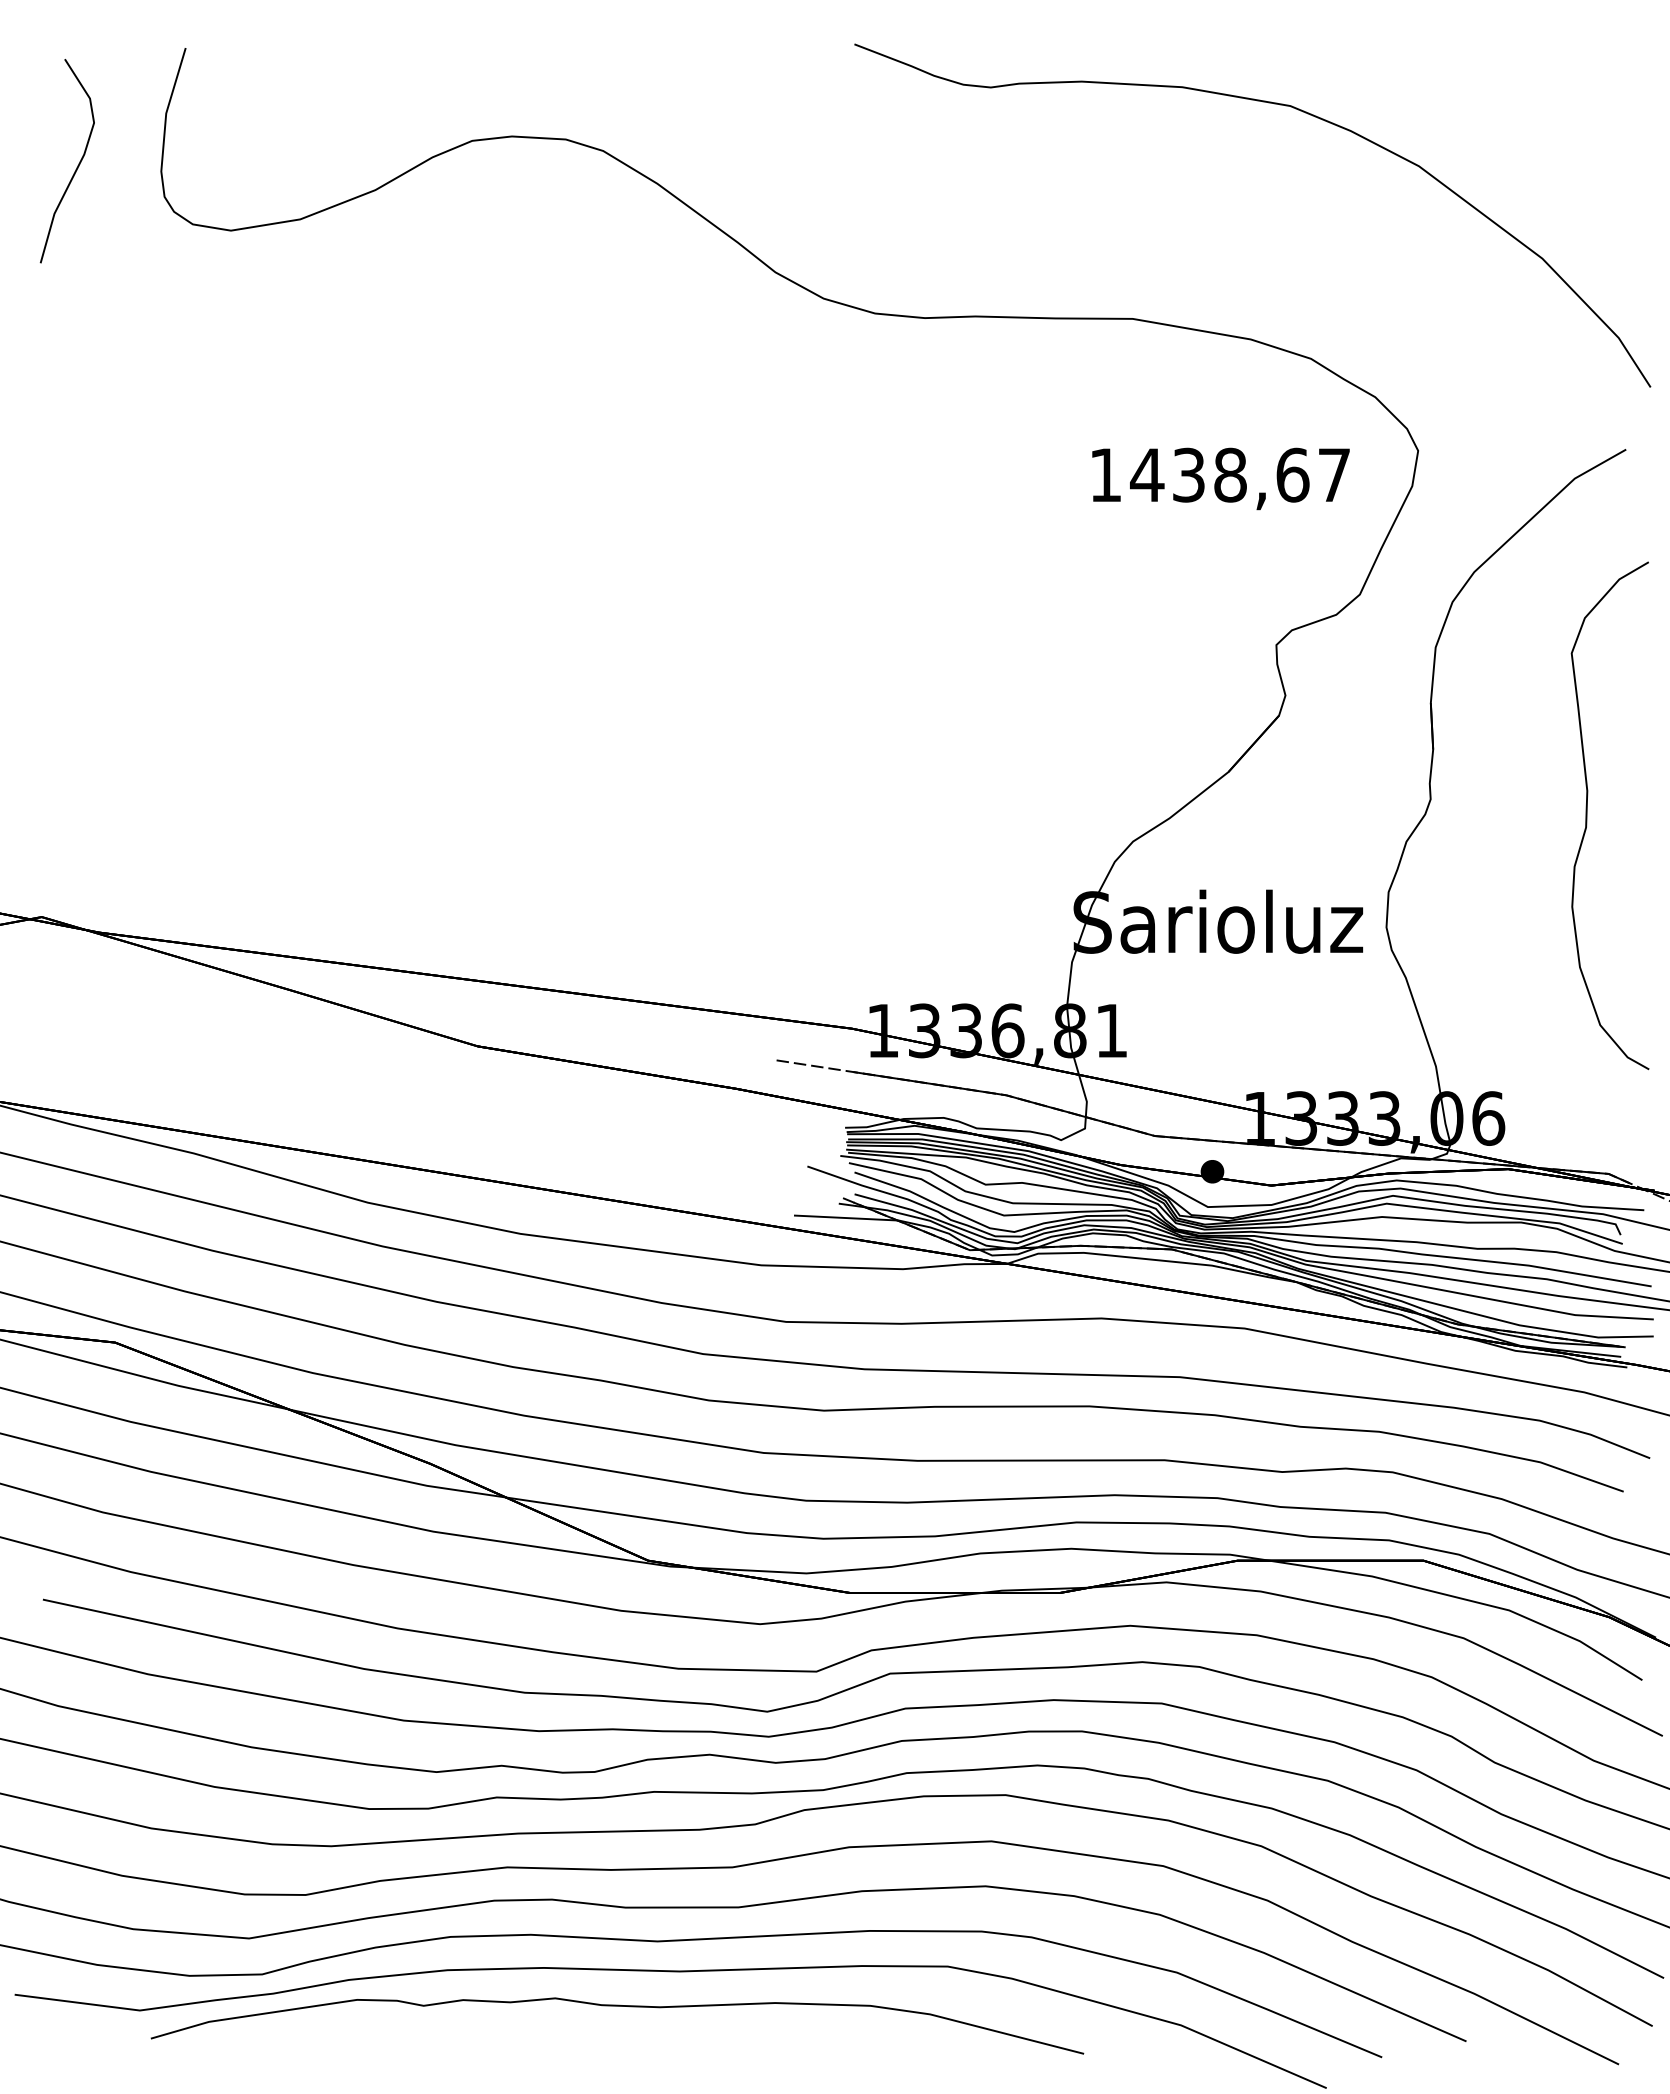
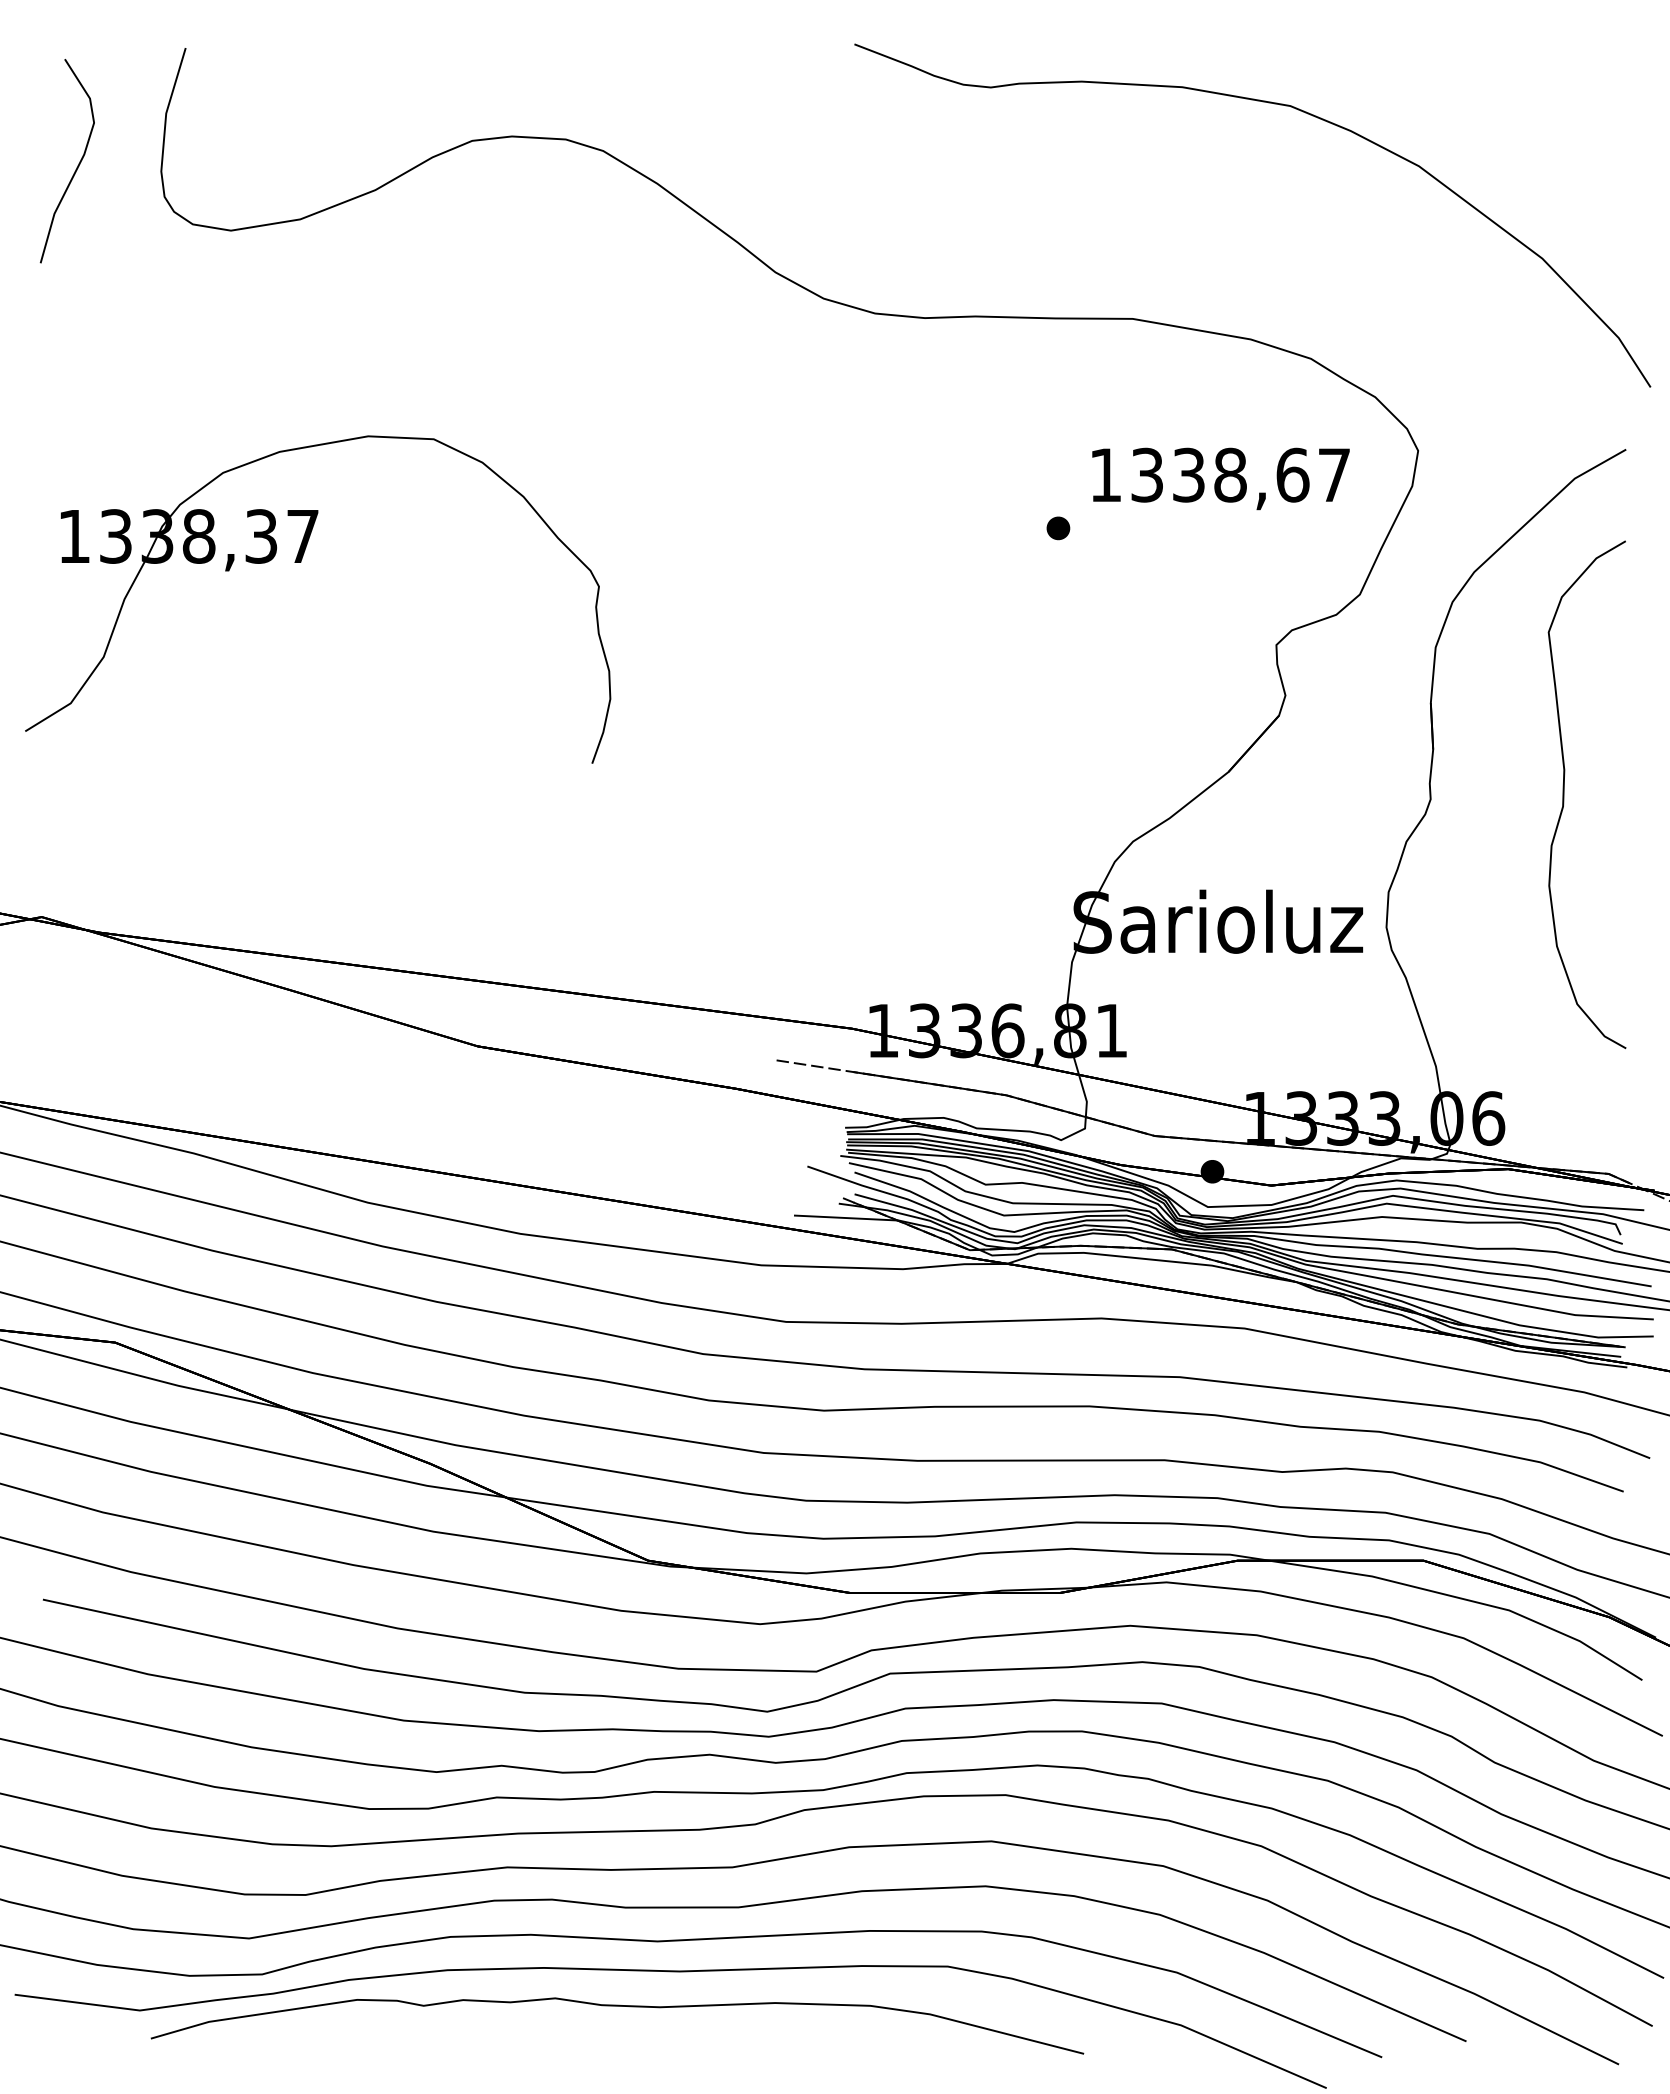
text at (1147, 474): 1438,67 -> 1338,67
part at (1058, 528): none -> present
part at (301, 562): none -> present
curve at (1587, 815) position: (1587, 815) -> (1564, 794)
